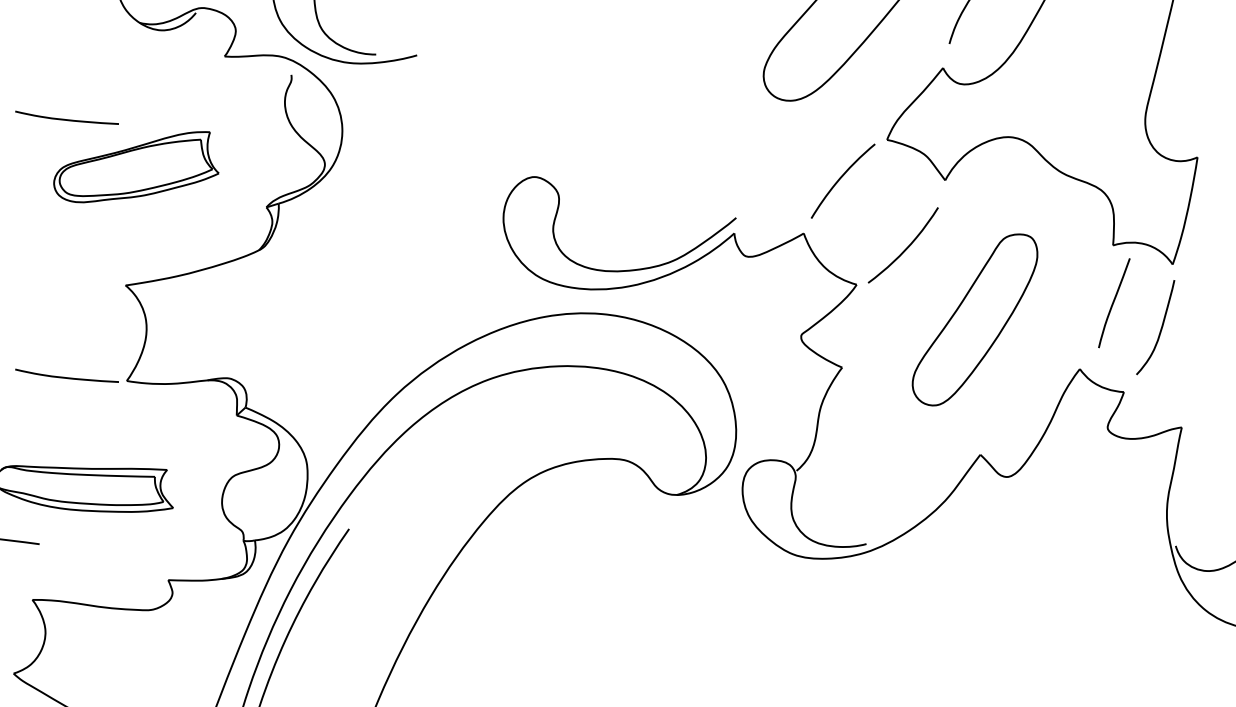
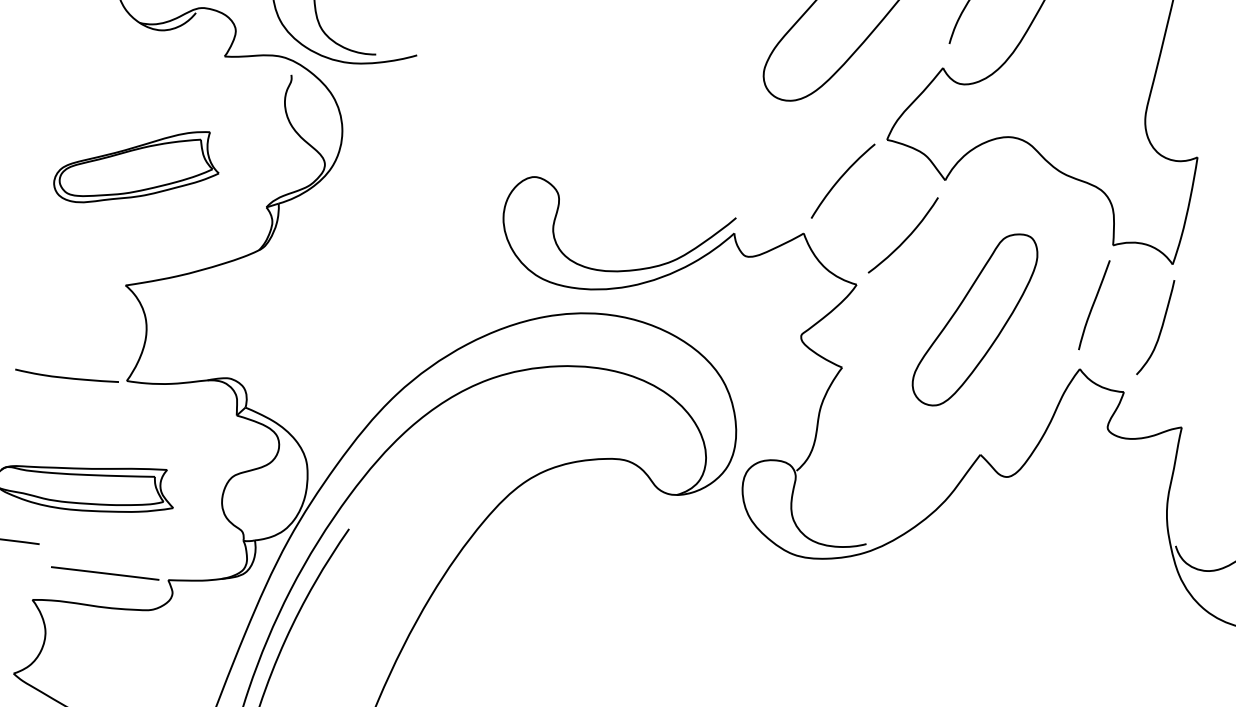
curve at (66, 119): present -> none
curve at (905, 248) position: (905, 248) -> (905, 238)
curve at (1114, 302) position: (1114, 302) -> (1094, 304)
line at (105, 573): none -> present
